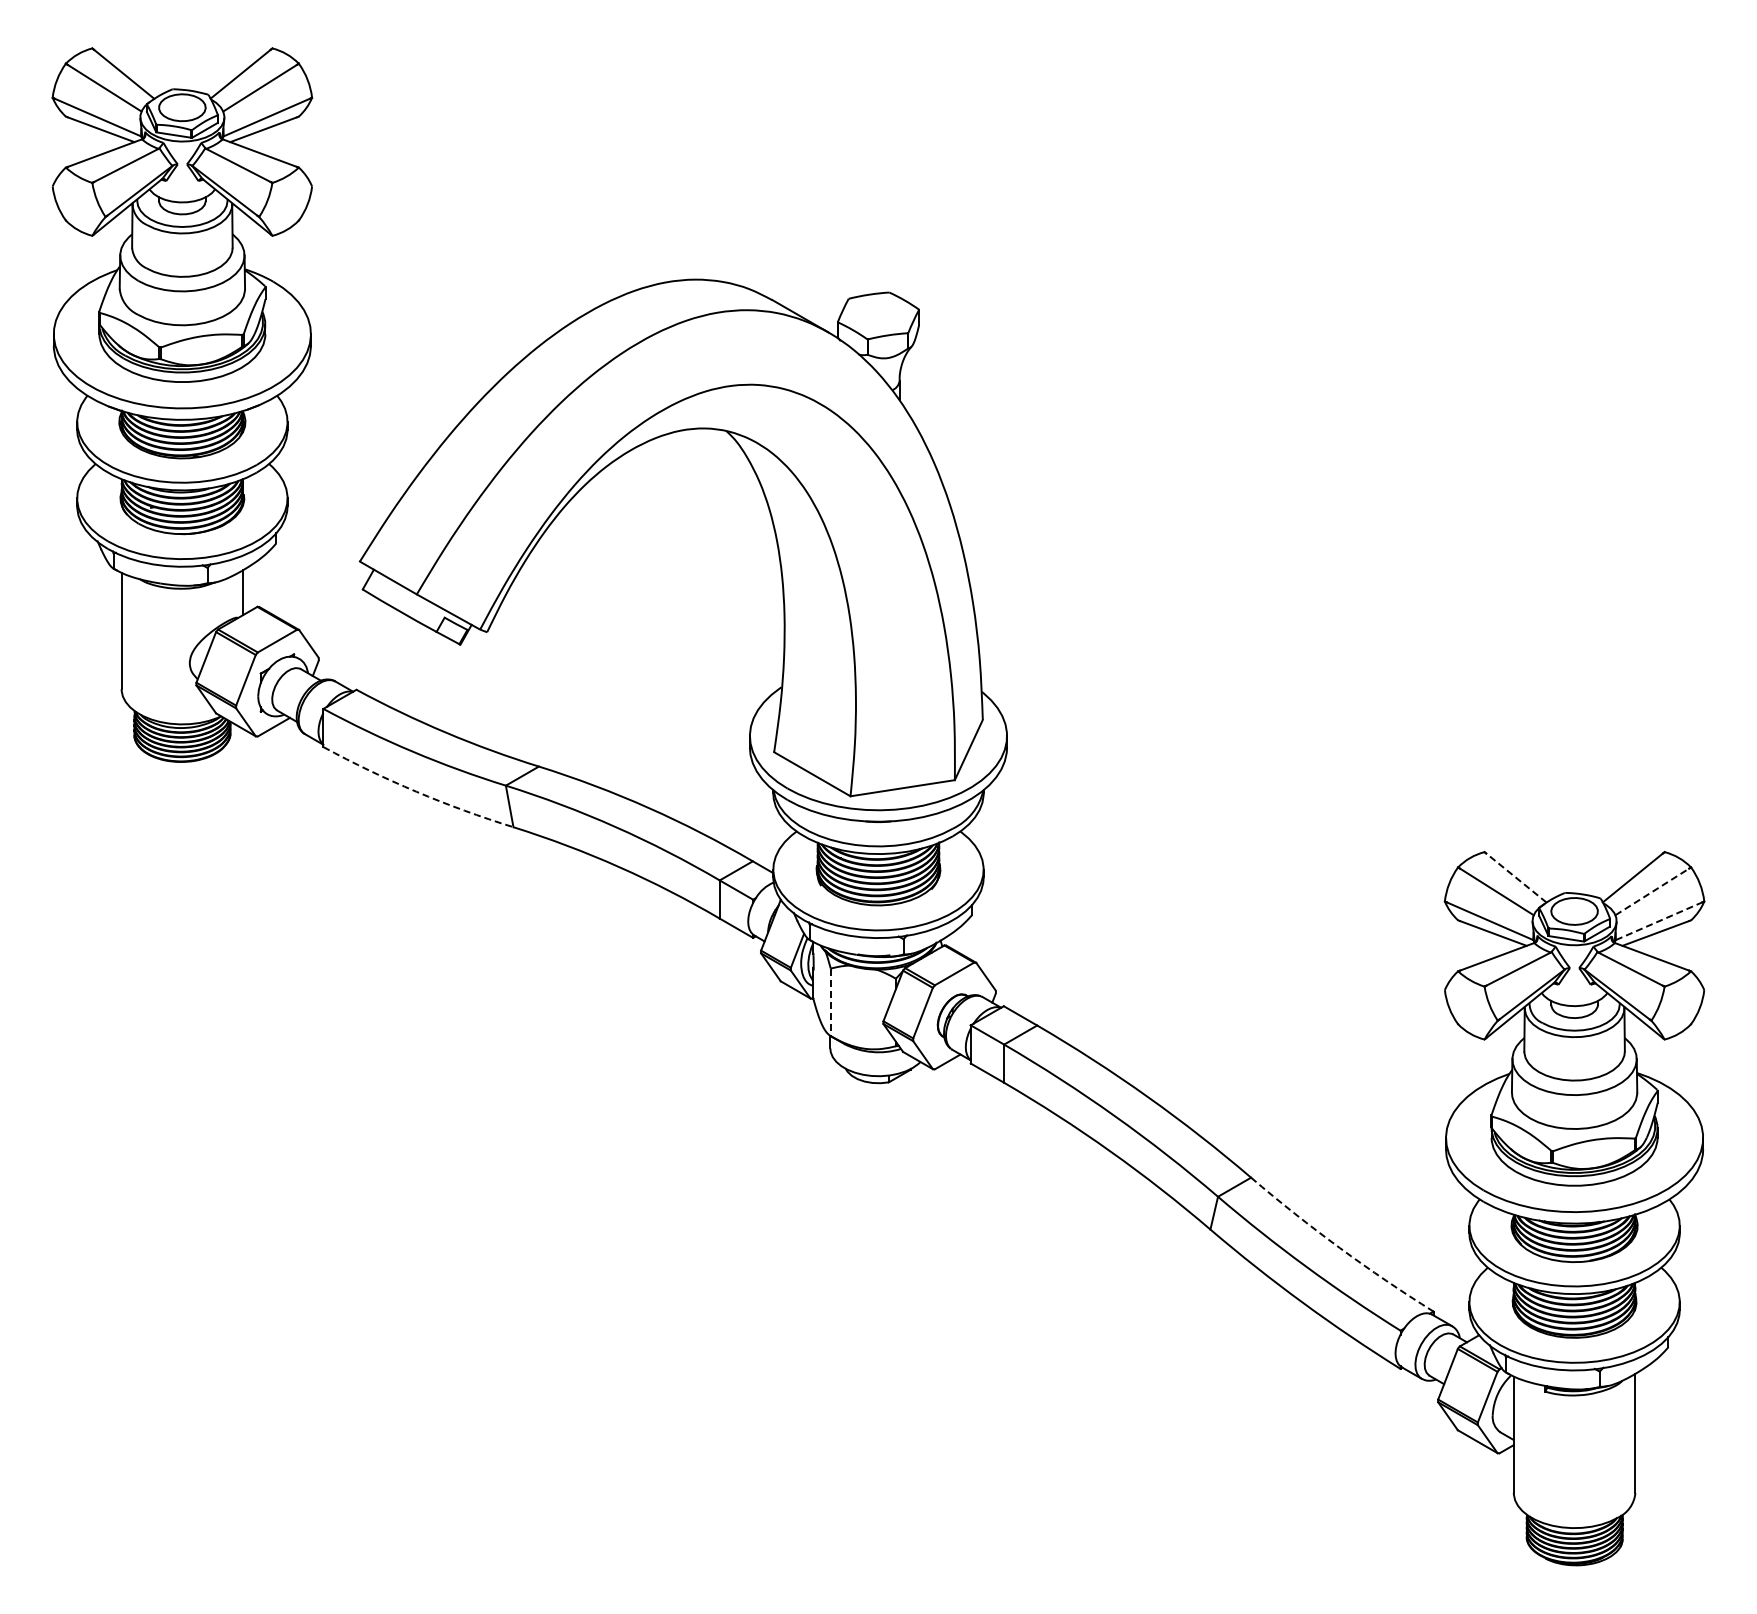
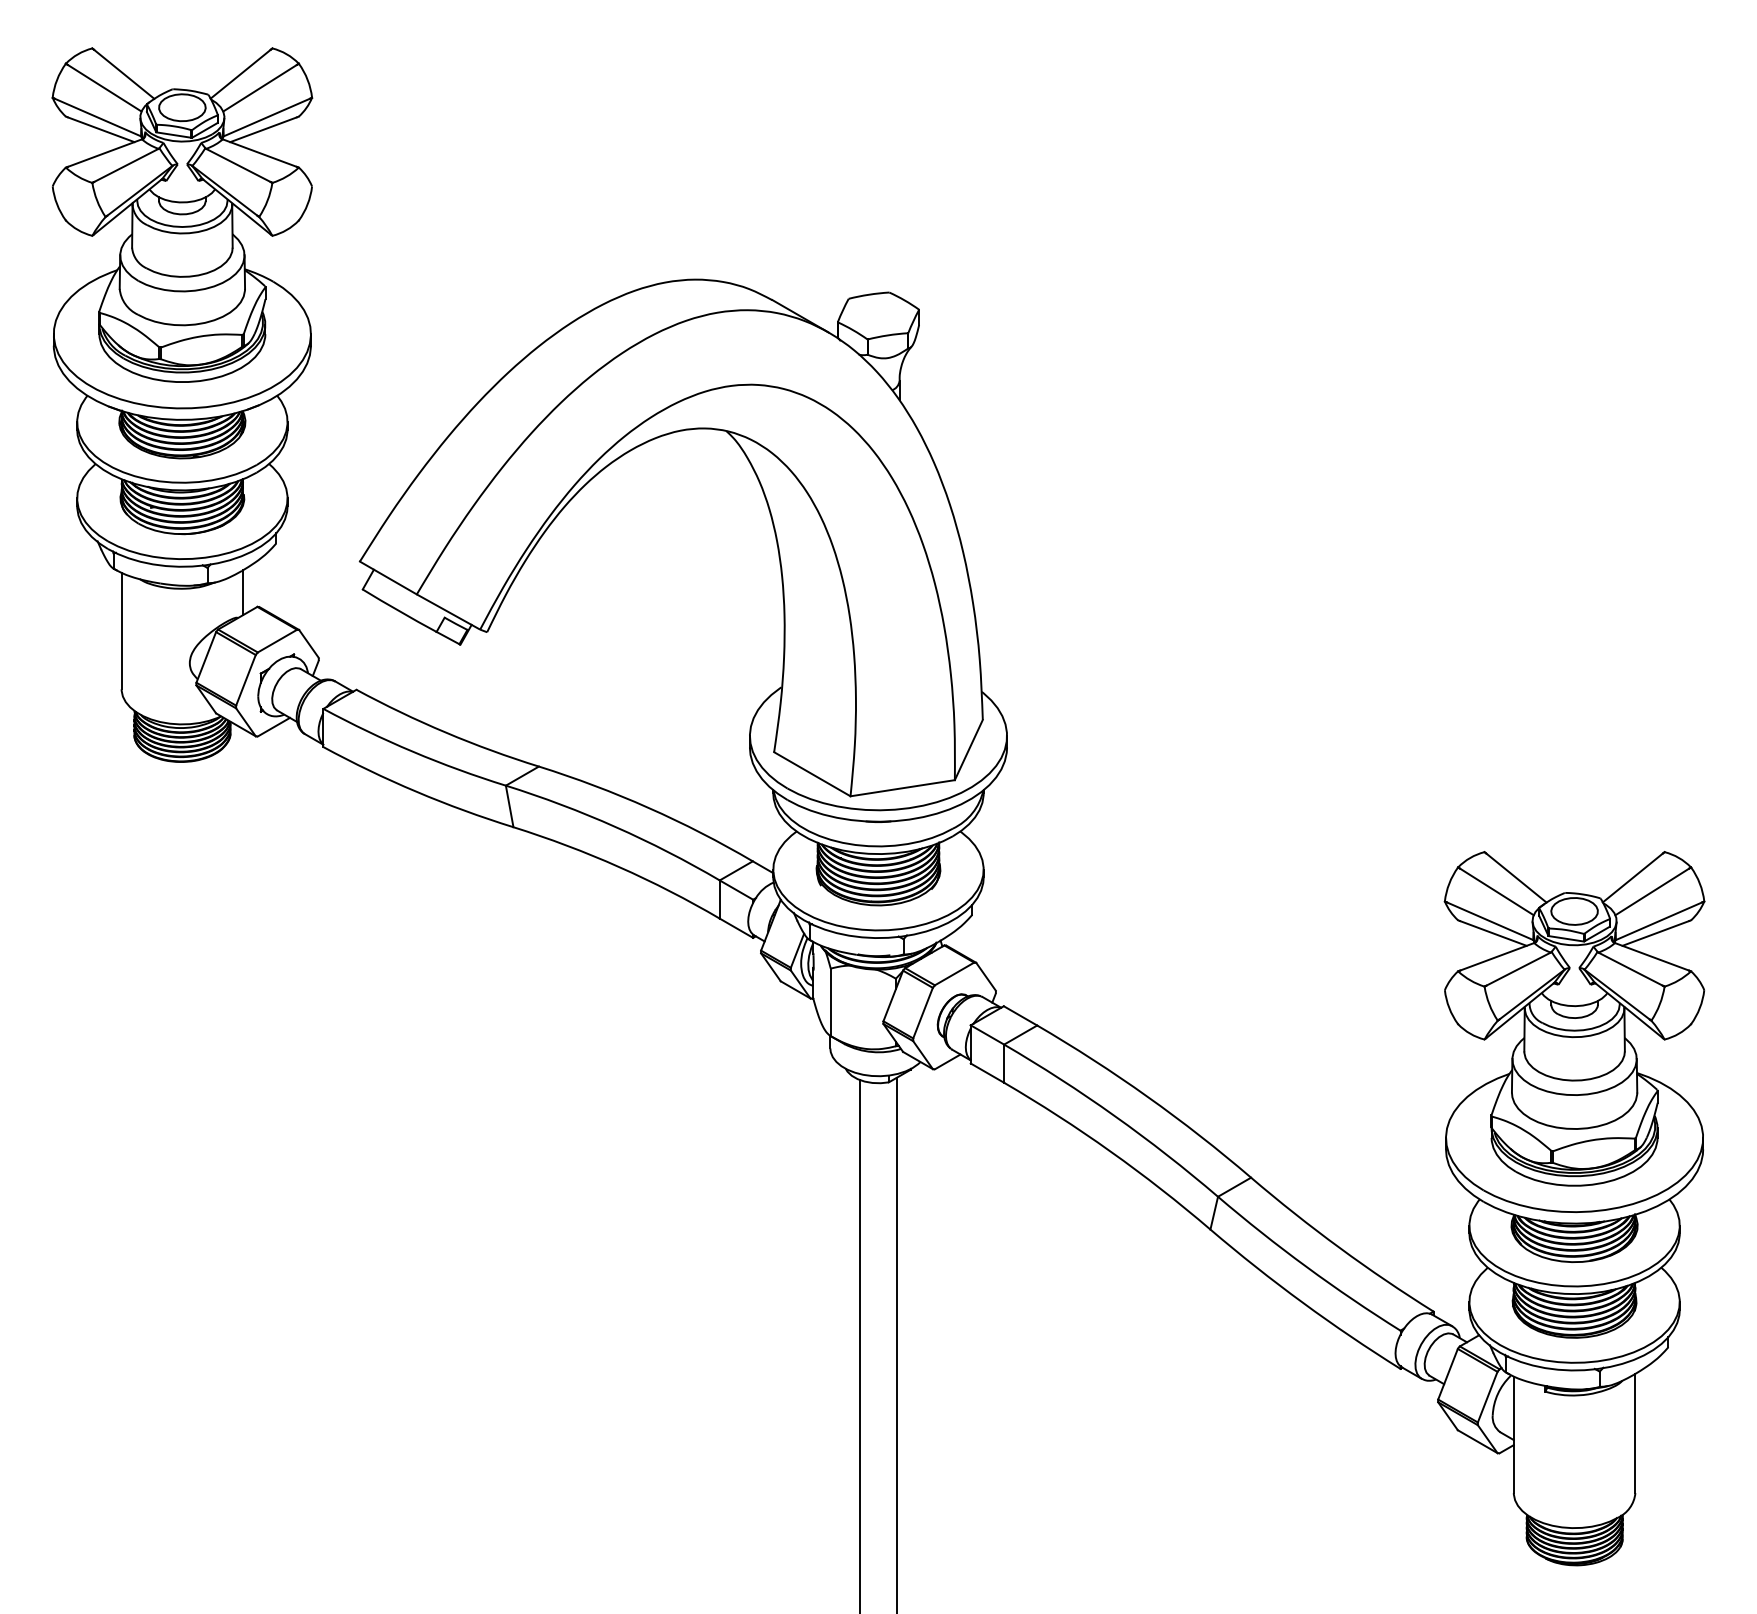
arc at (416, 791): dashed -> solid
line at (1516, 878): dashed -> solid
line at (1652, 891): dashed -> solid
line at (1659, 921): dashed -> solid
line at (830, 1002): dashed -> solid
arc at (1339, 1248): dashed -> solid
line at (897, 1343): none -> present
line at (859, 1345): none -> present
